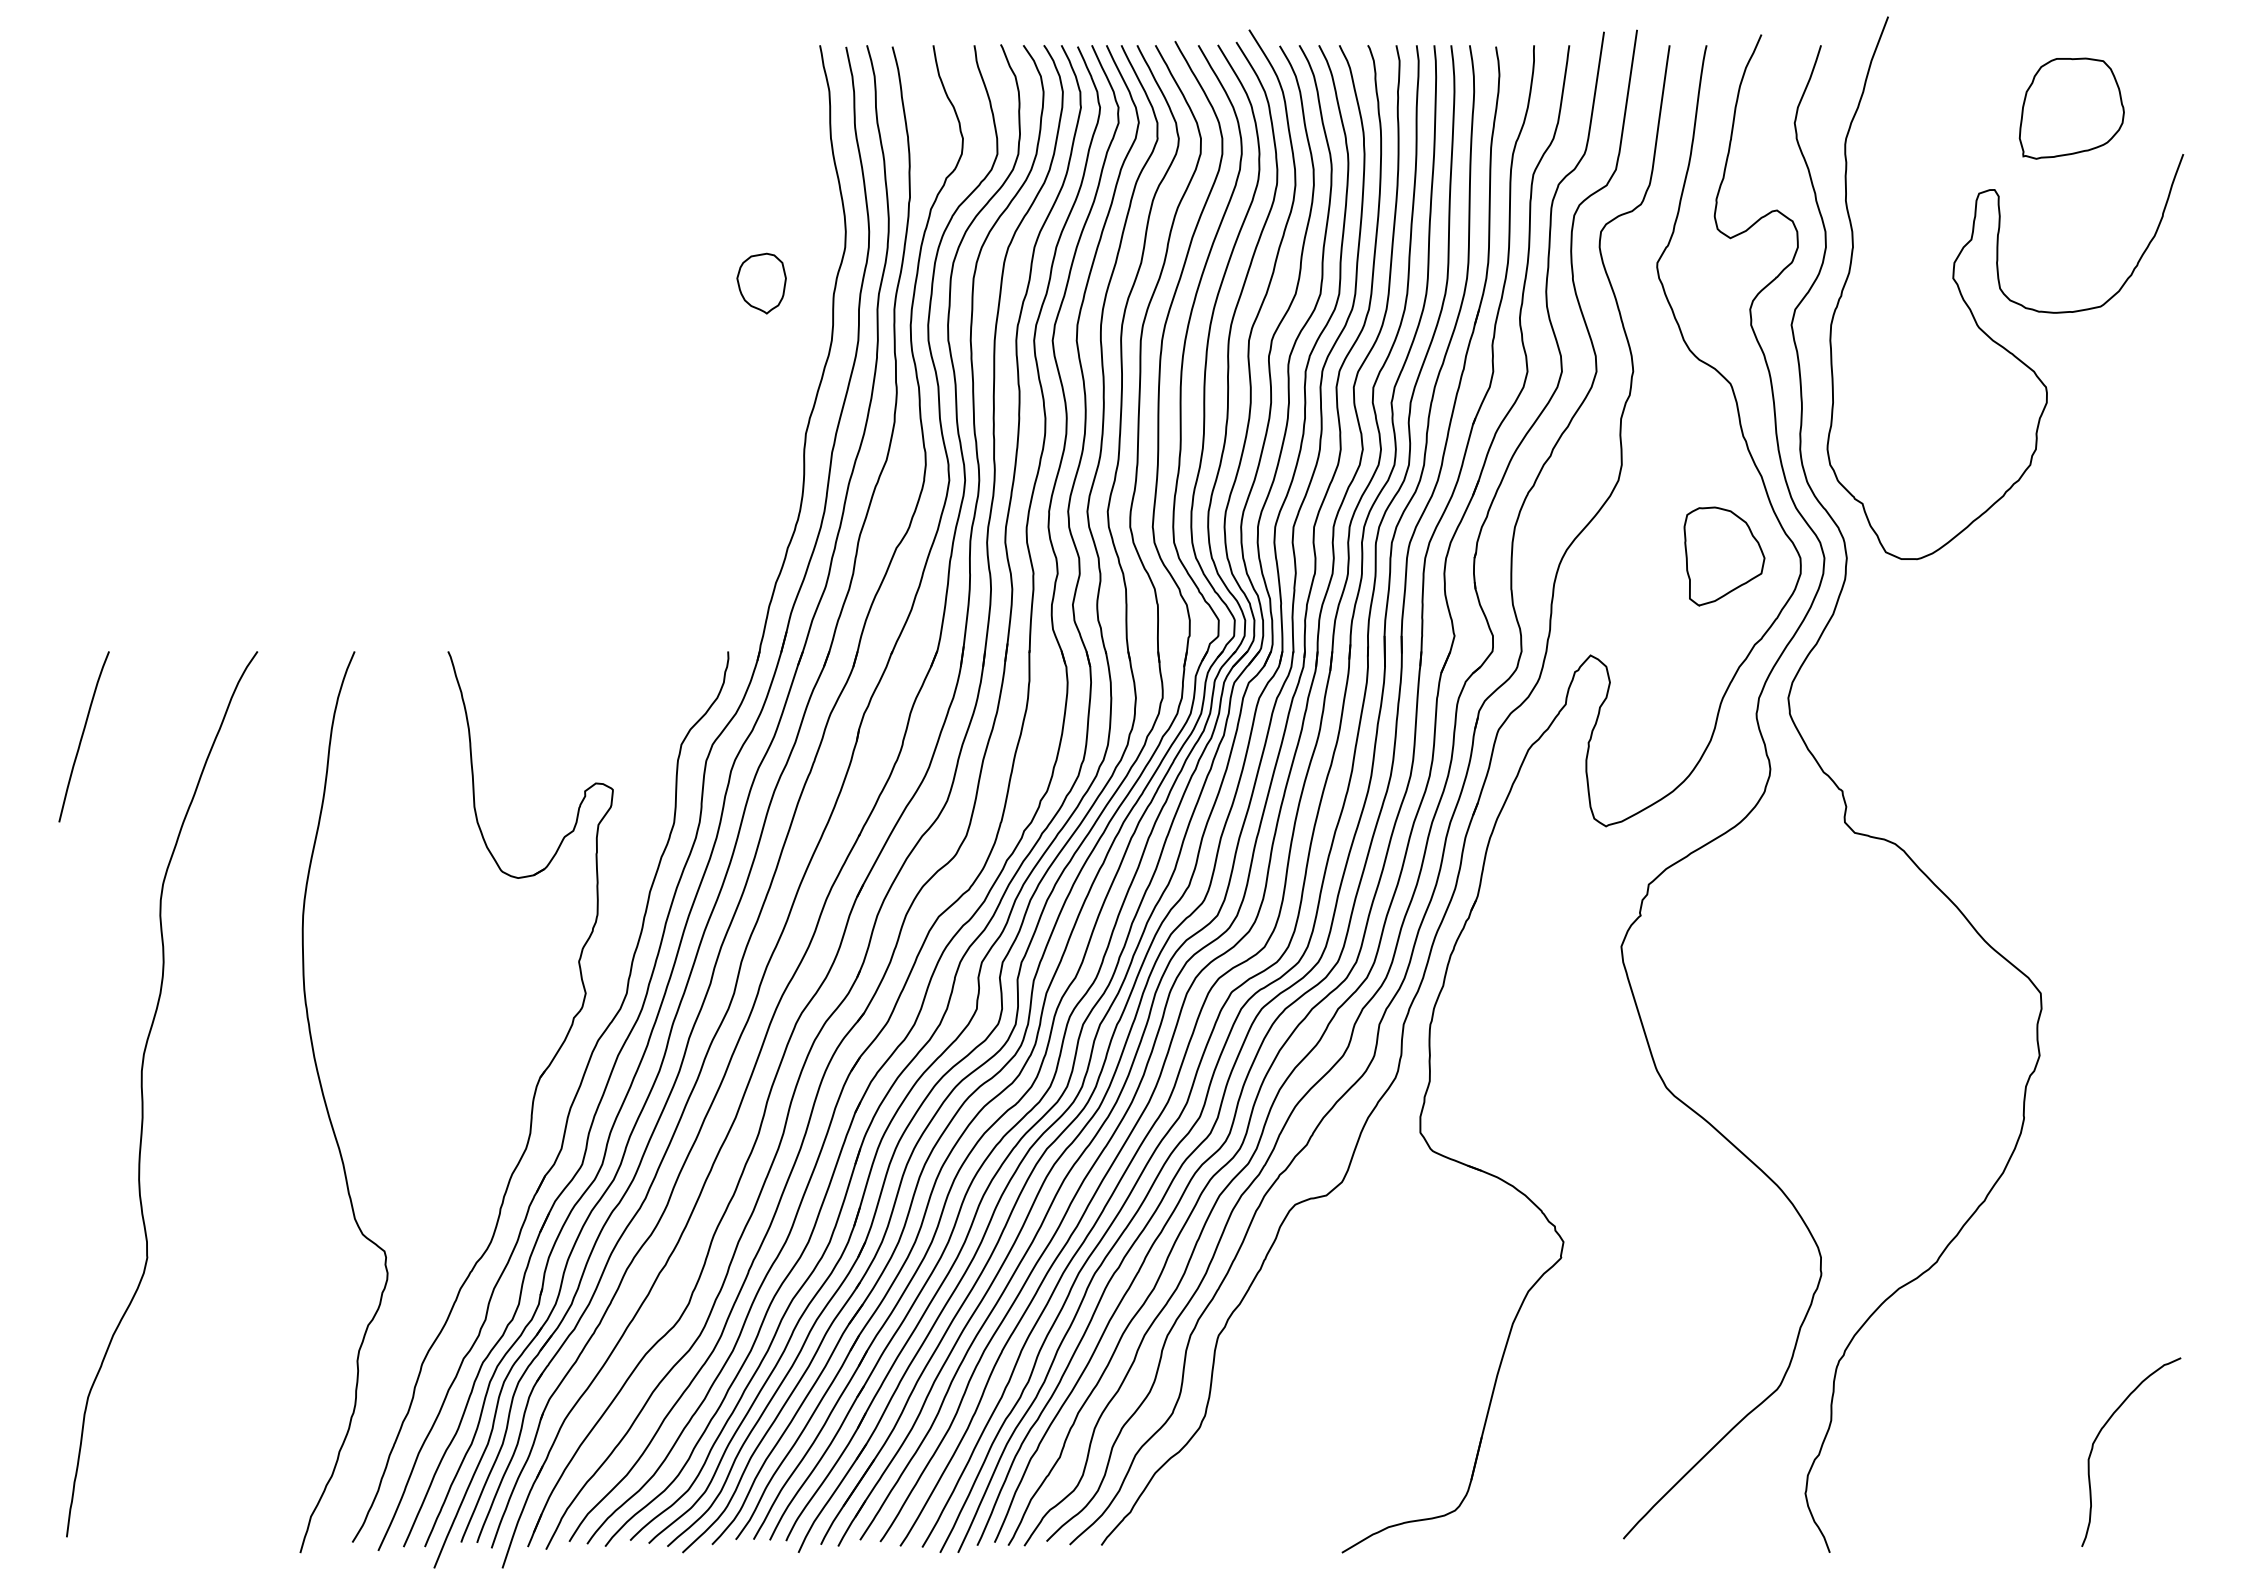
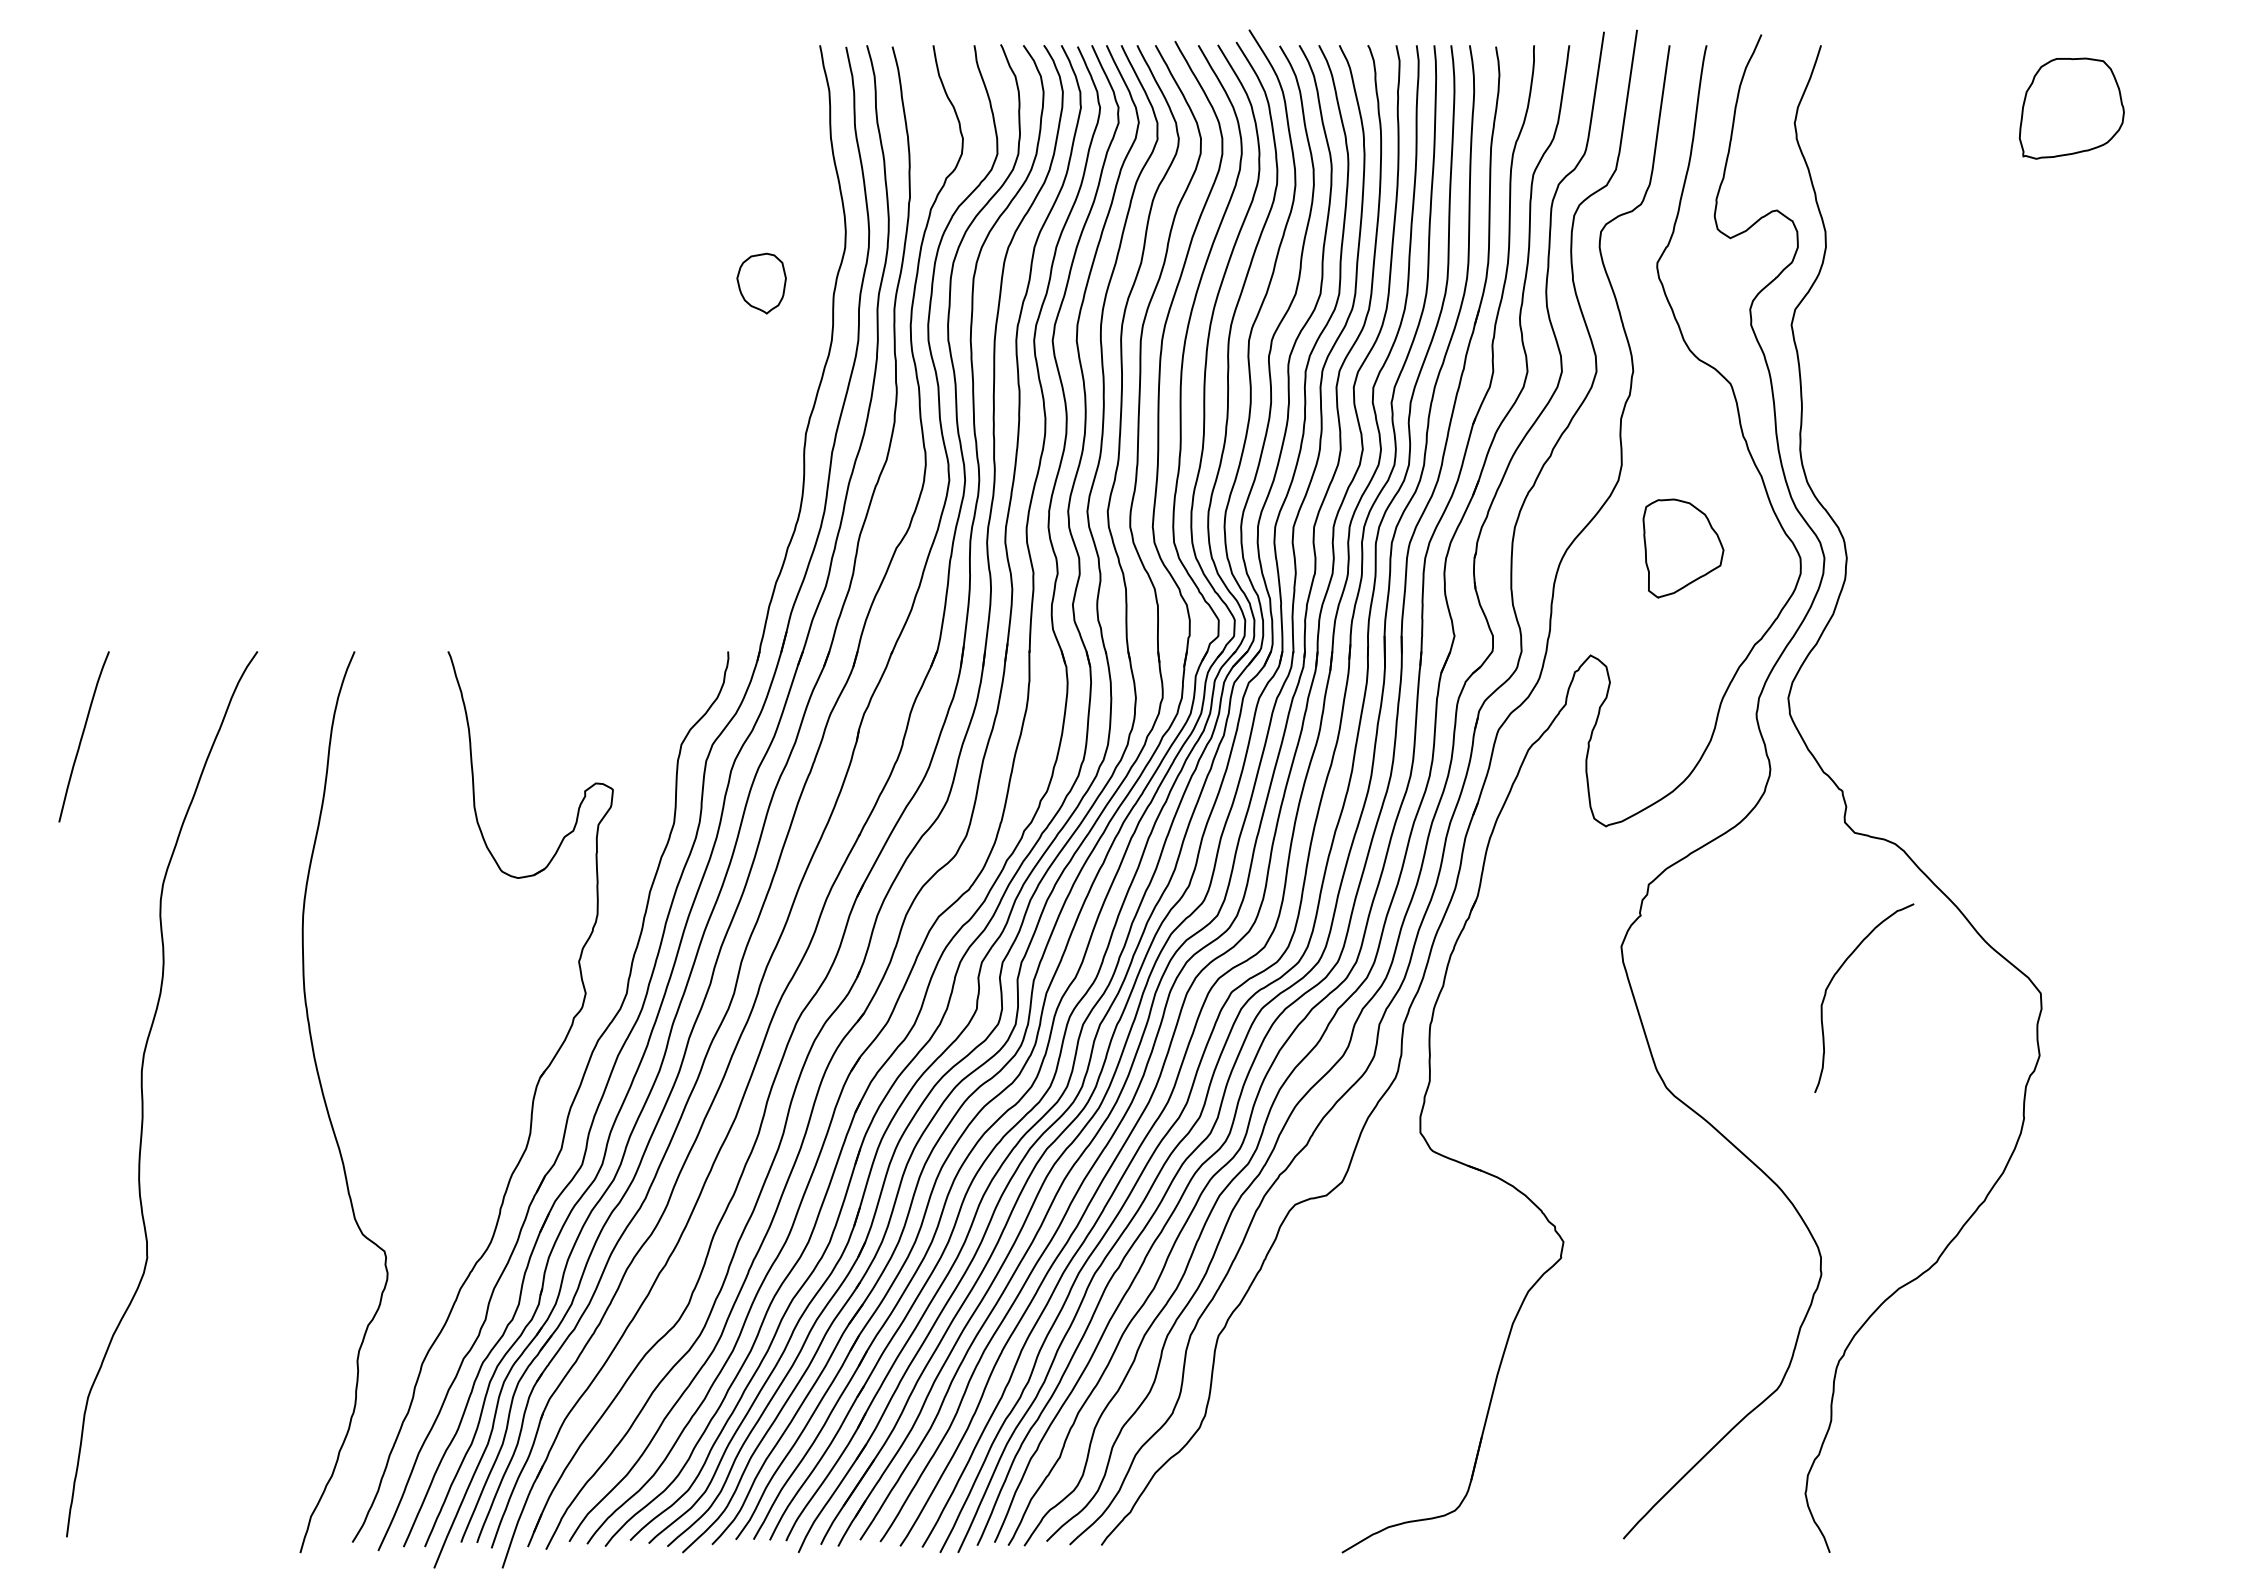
curve at (2002, 290): present -> none
part at (1724, 556) position: (1724, 556) -> (1683, 548)
curve at (2101, 1431) position: (2101, 1431) -> (1834, 977)
